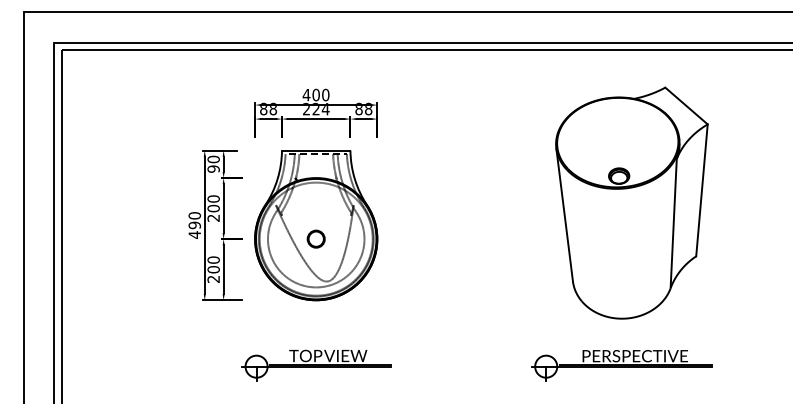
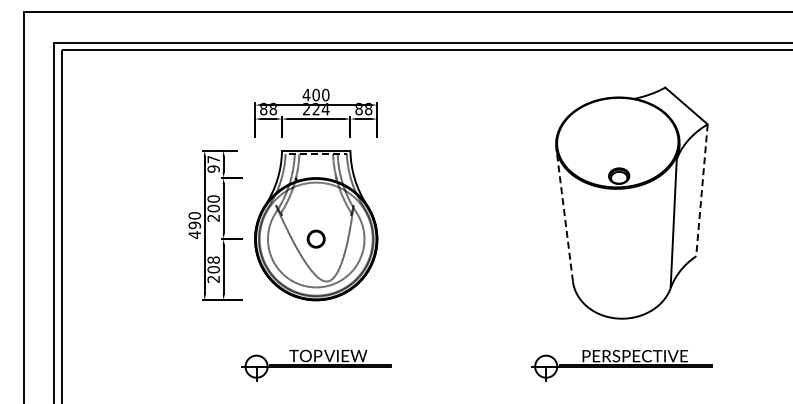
text at (213, 159): 90 -> 97
line at (701, 190): solid -> dashed
line at (564, 215): solid -> dashed
text at (213, 259): 200 -> 208
